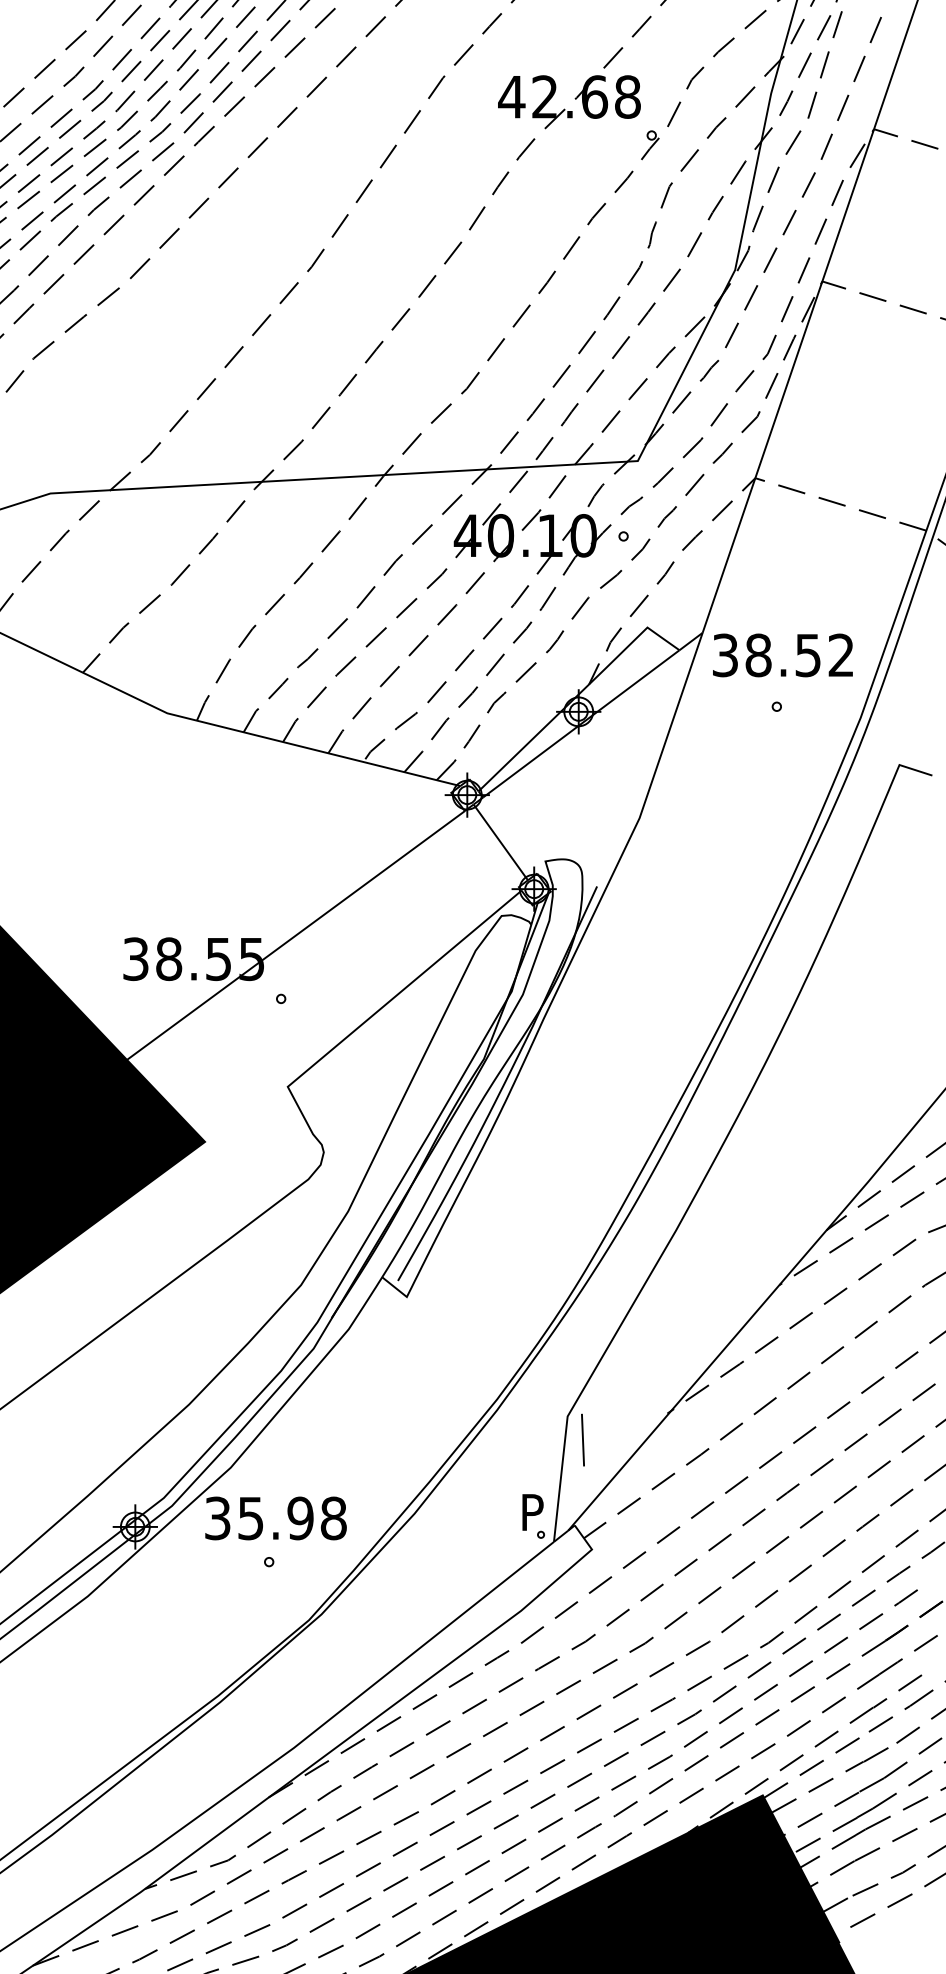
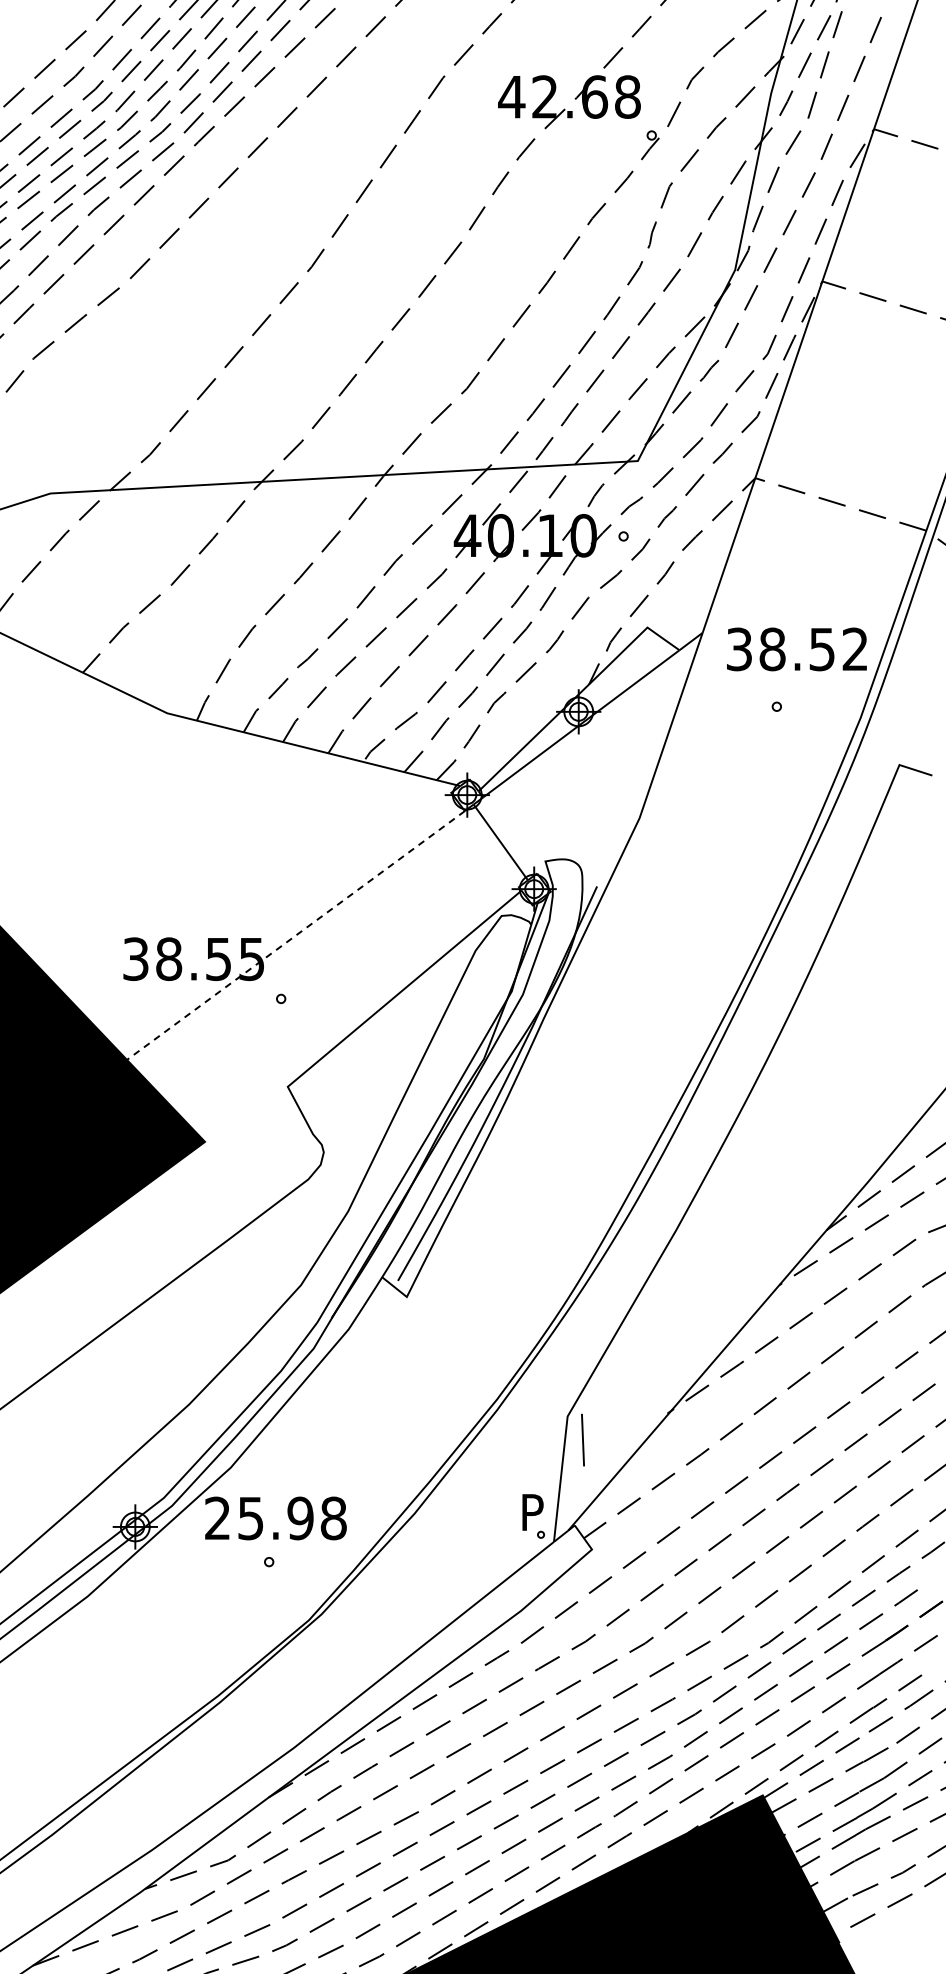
text at (782, 655) position: (782, 655) -> (796, 649)
line at (295, 935): solid -> dashed
text at (217, 1518): 35.98 -> 25.98
